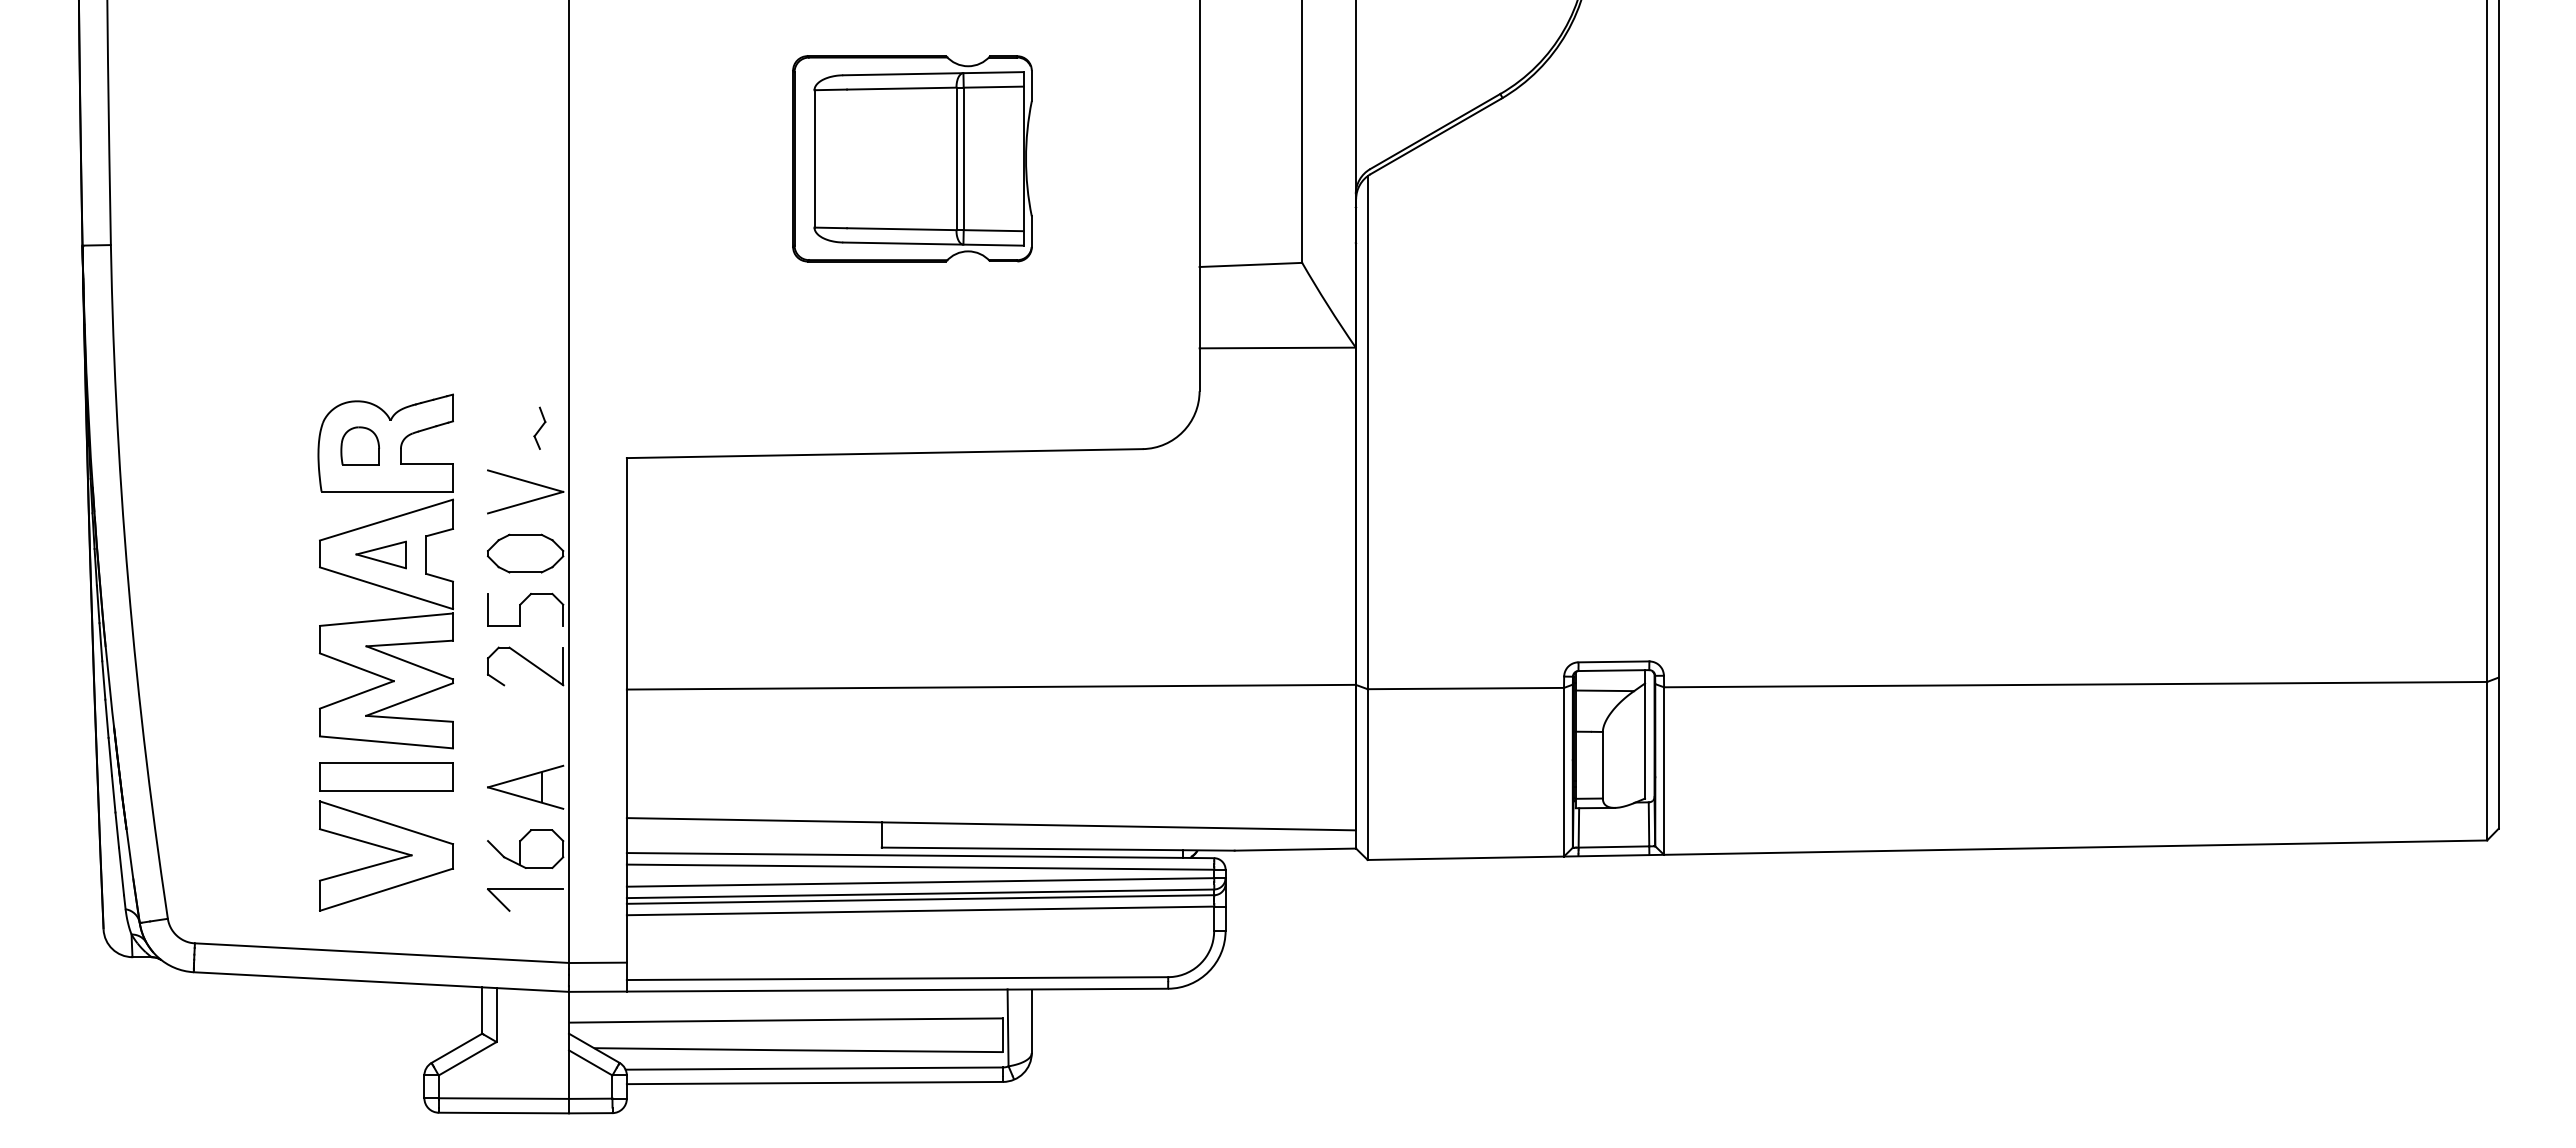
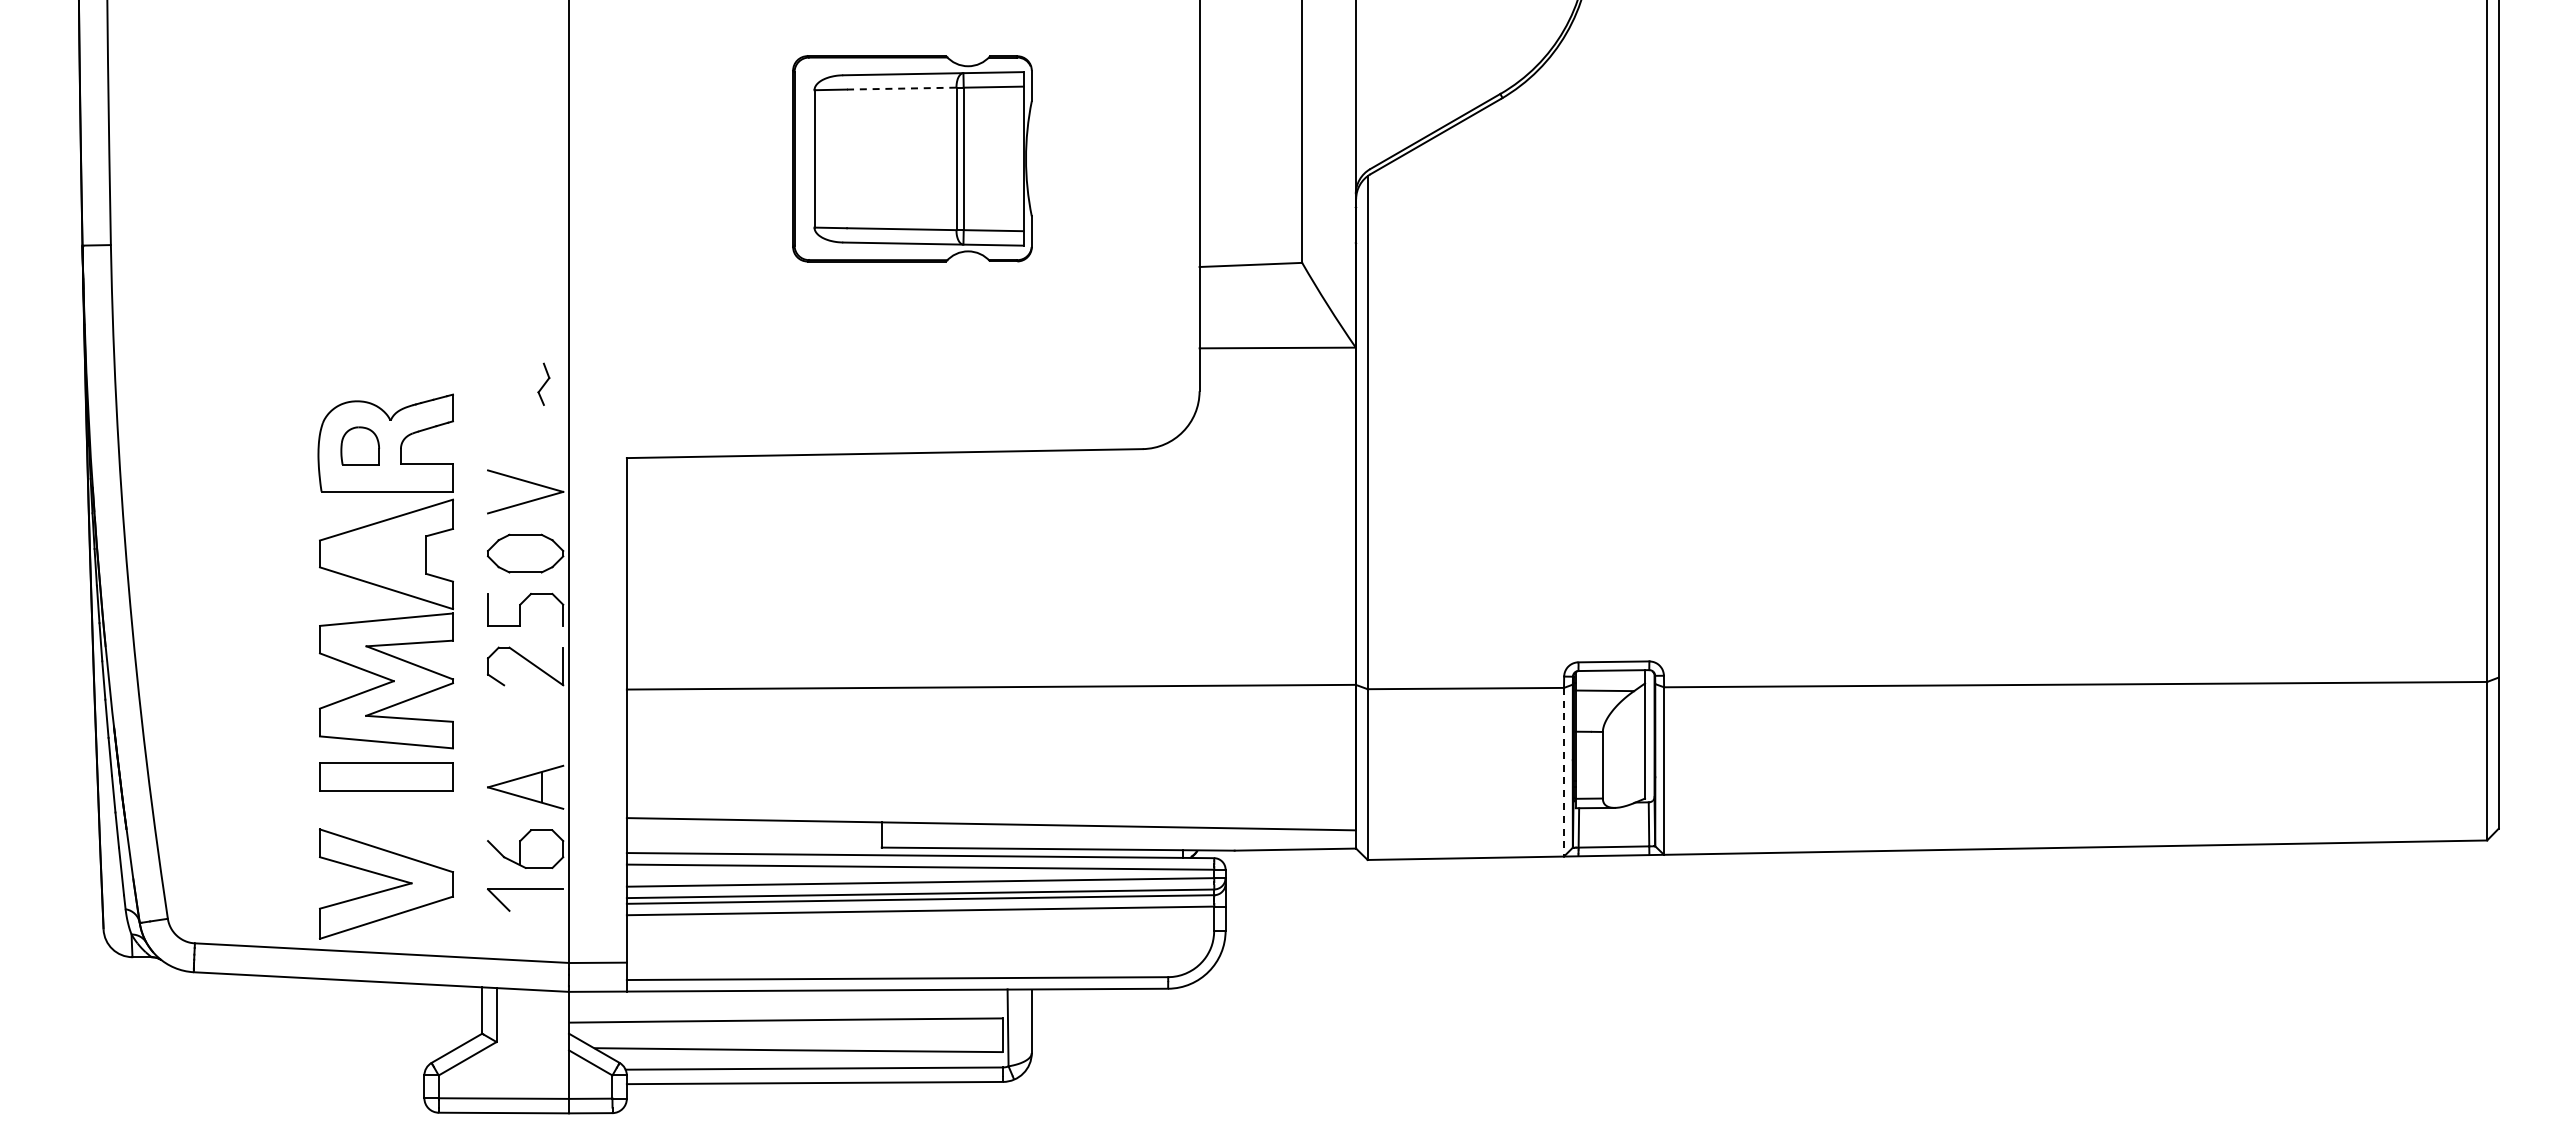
line at (901, 88): solid -> dashed
part at (539, 427) position: (539, 427) -> (543, 383)
part at (380, 554): present -> none
line at (1563, 772): solid -> dashed
part at (386, 855) position: (386, 855) -> (386, 883)
